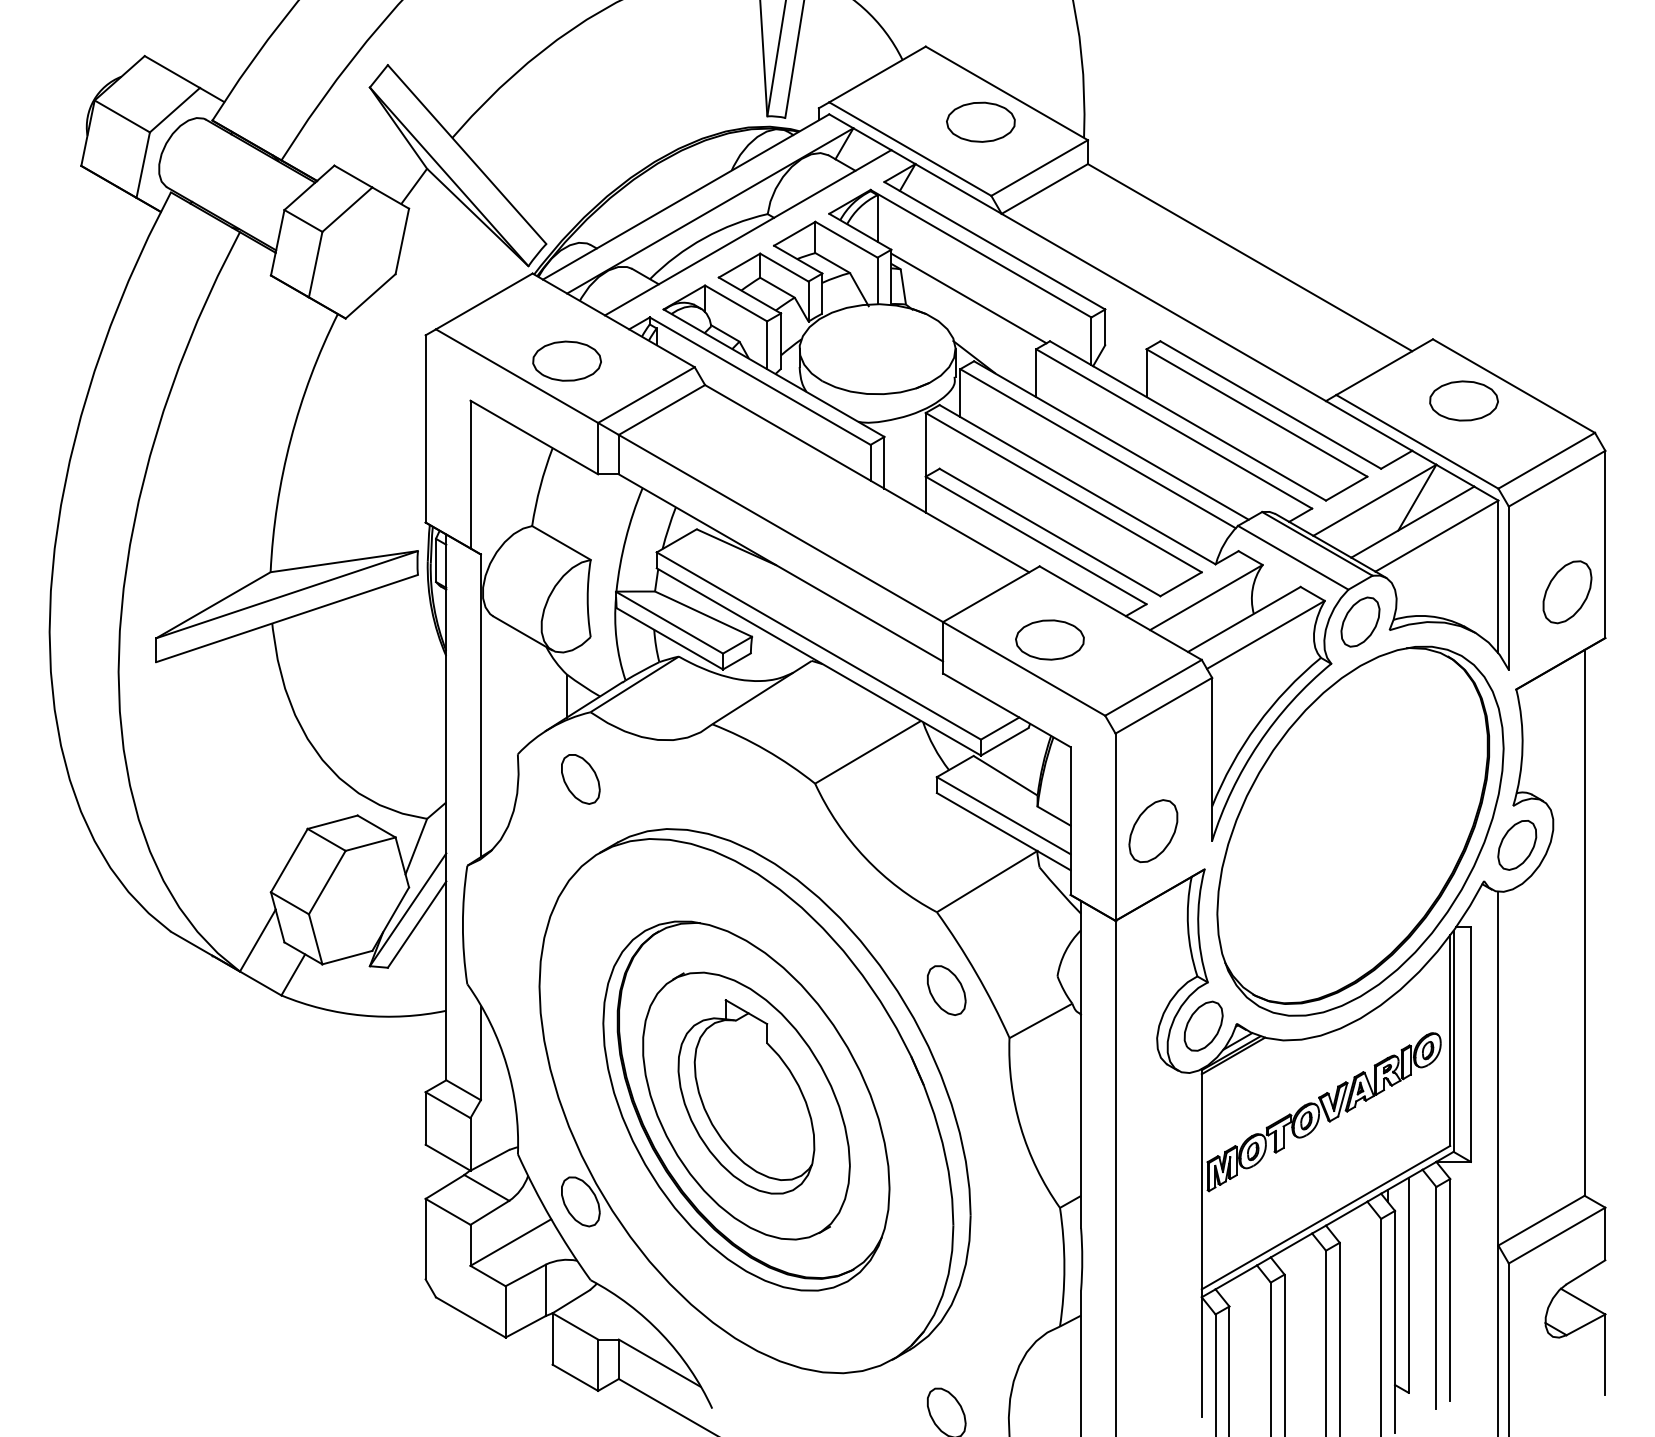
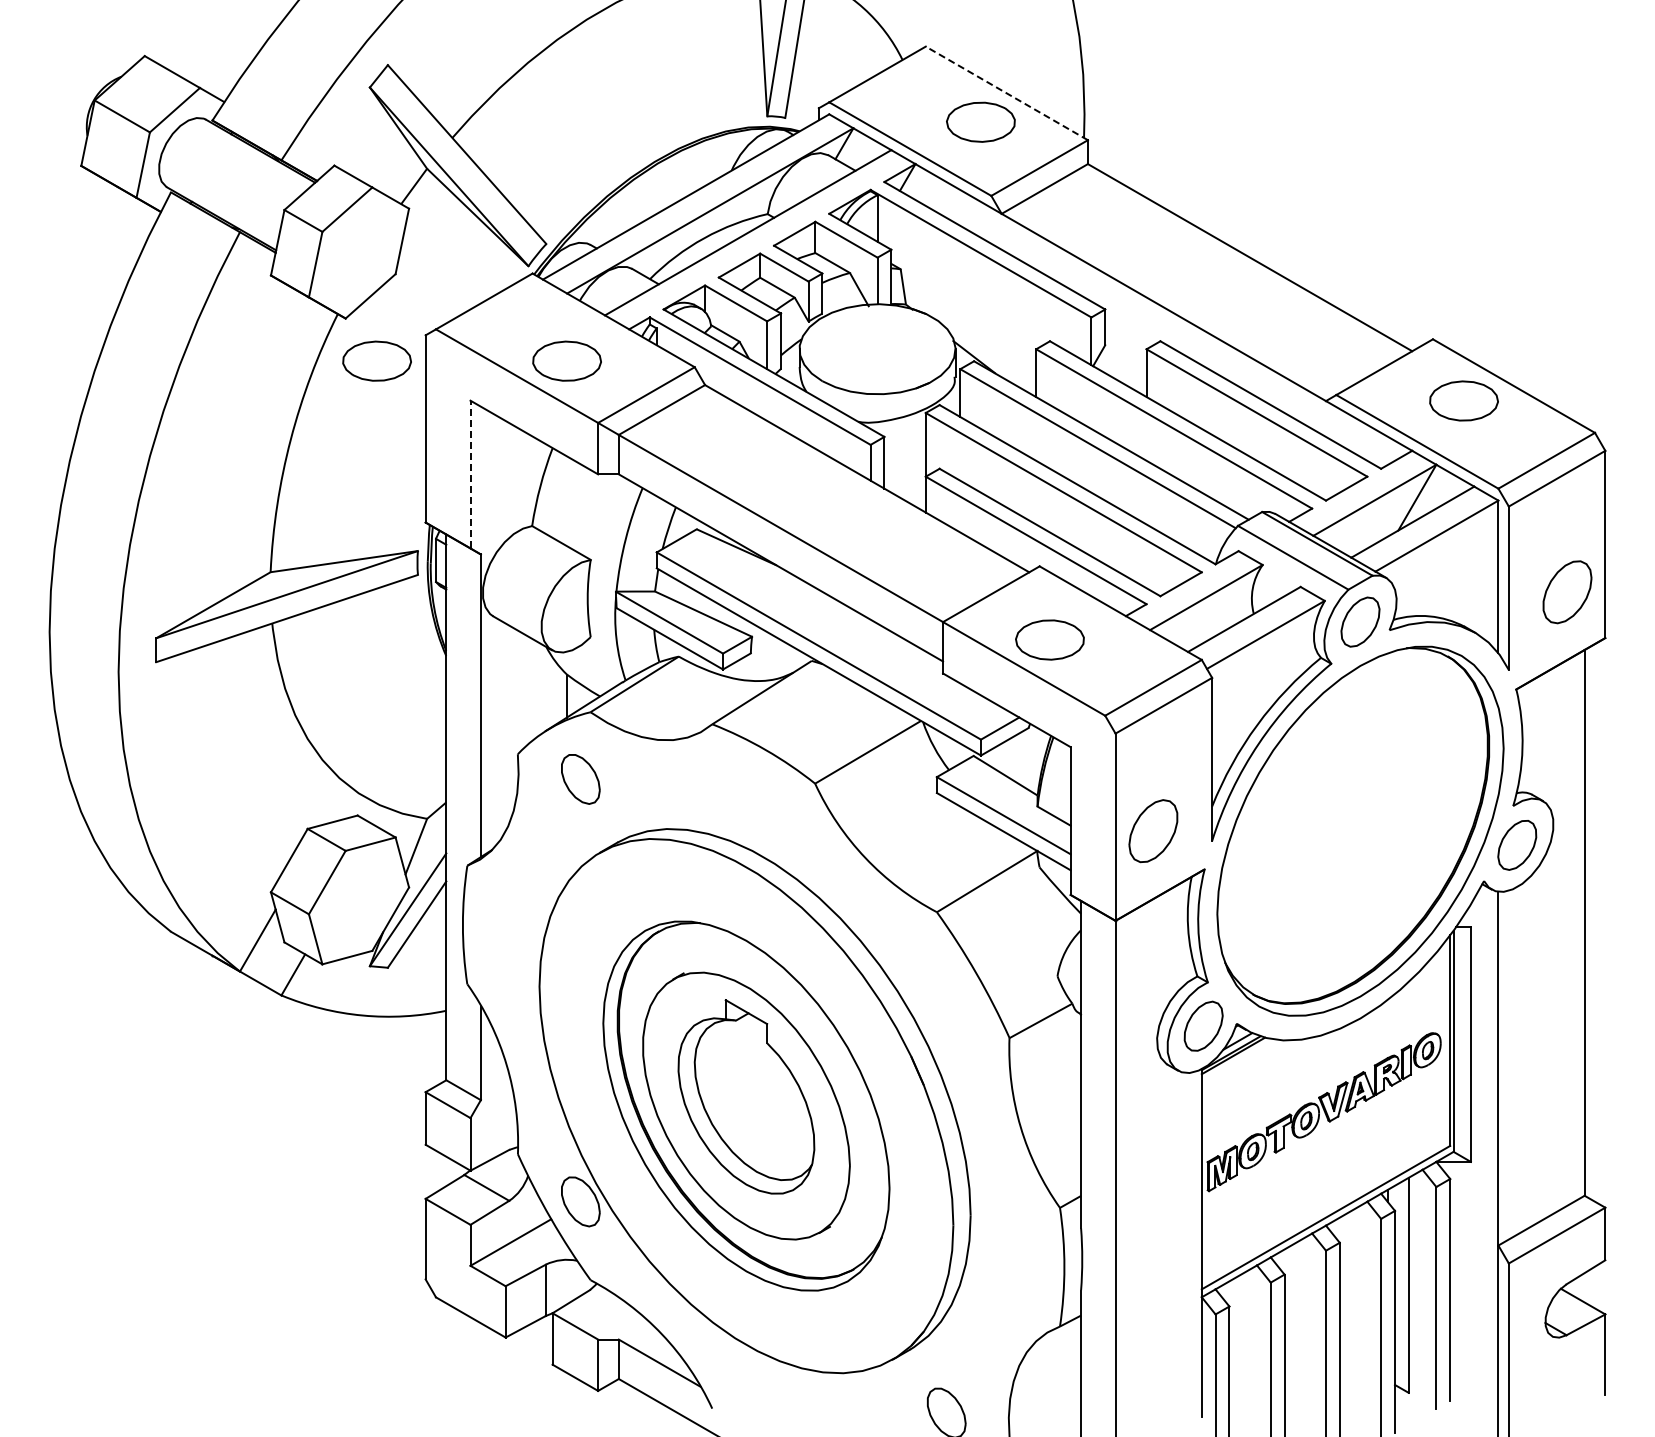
line at (1006, 93): solid -> dashed
line at (968, 298): present -> none
part at (376, 360): none -> present
line at (470, 474): solid -> dashed
part at (946, 990): present -> none
